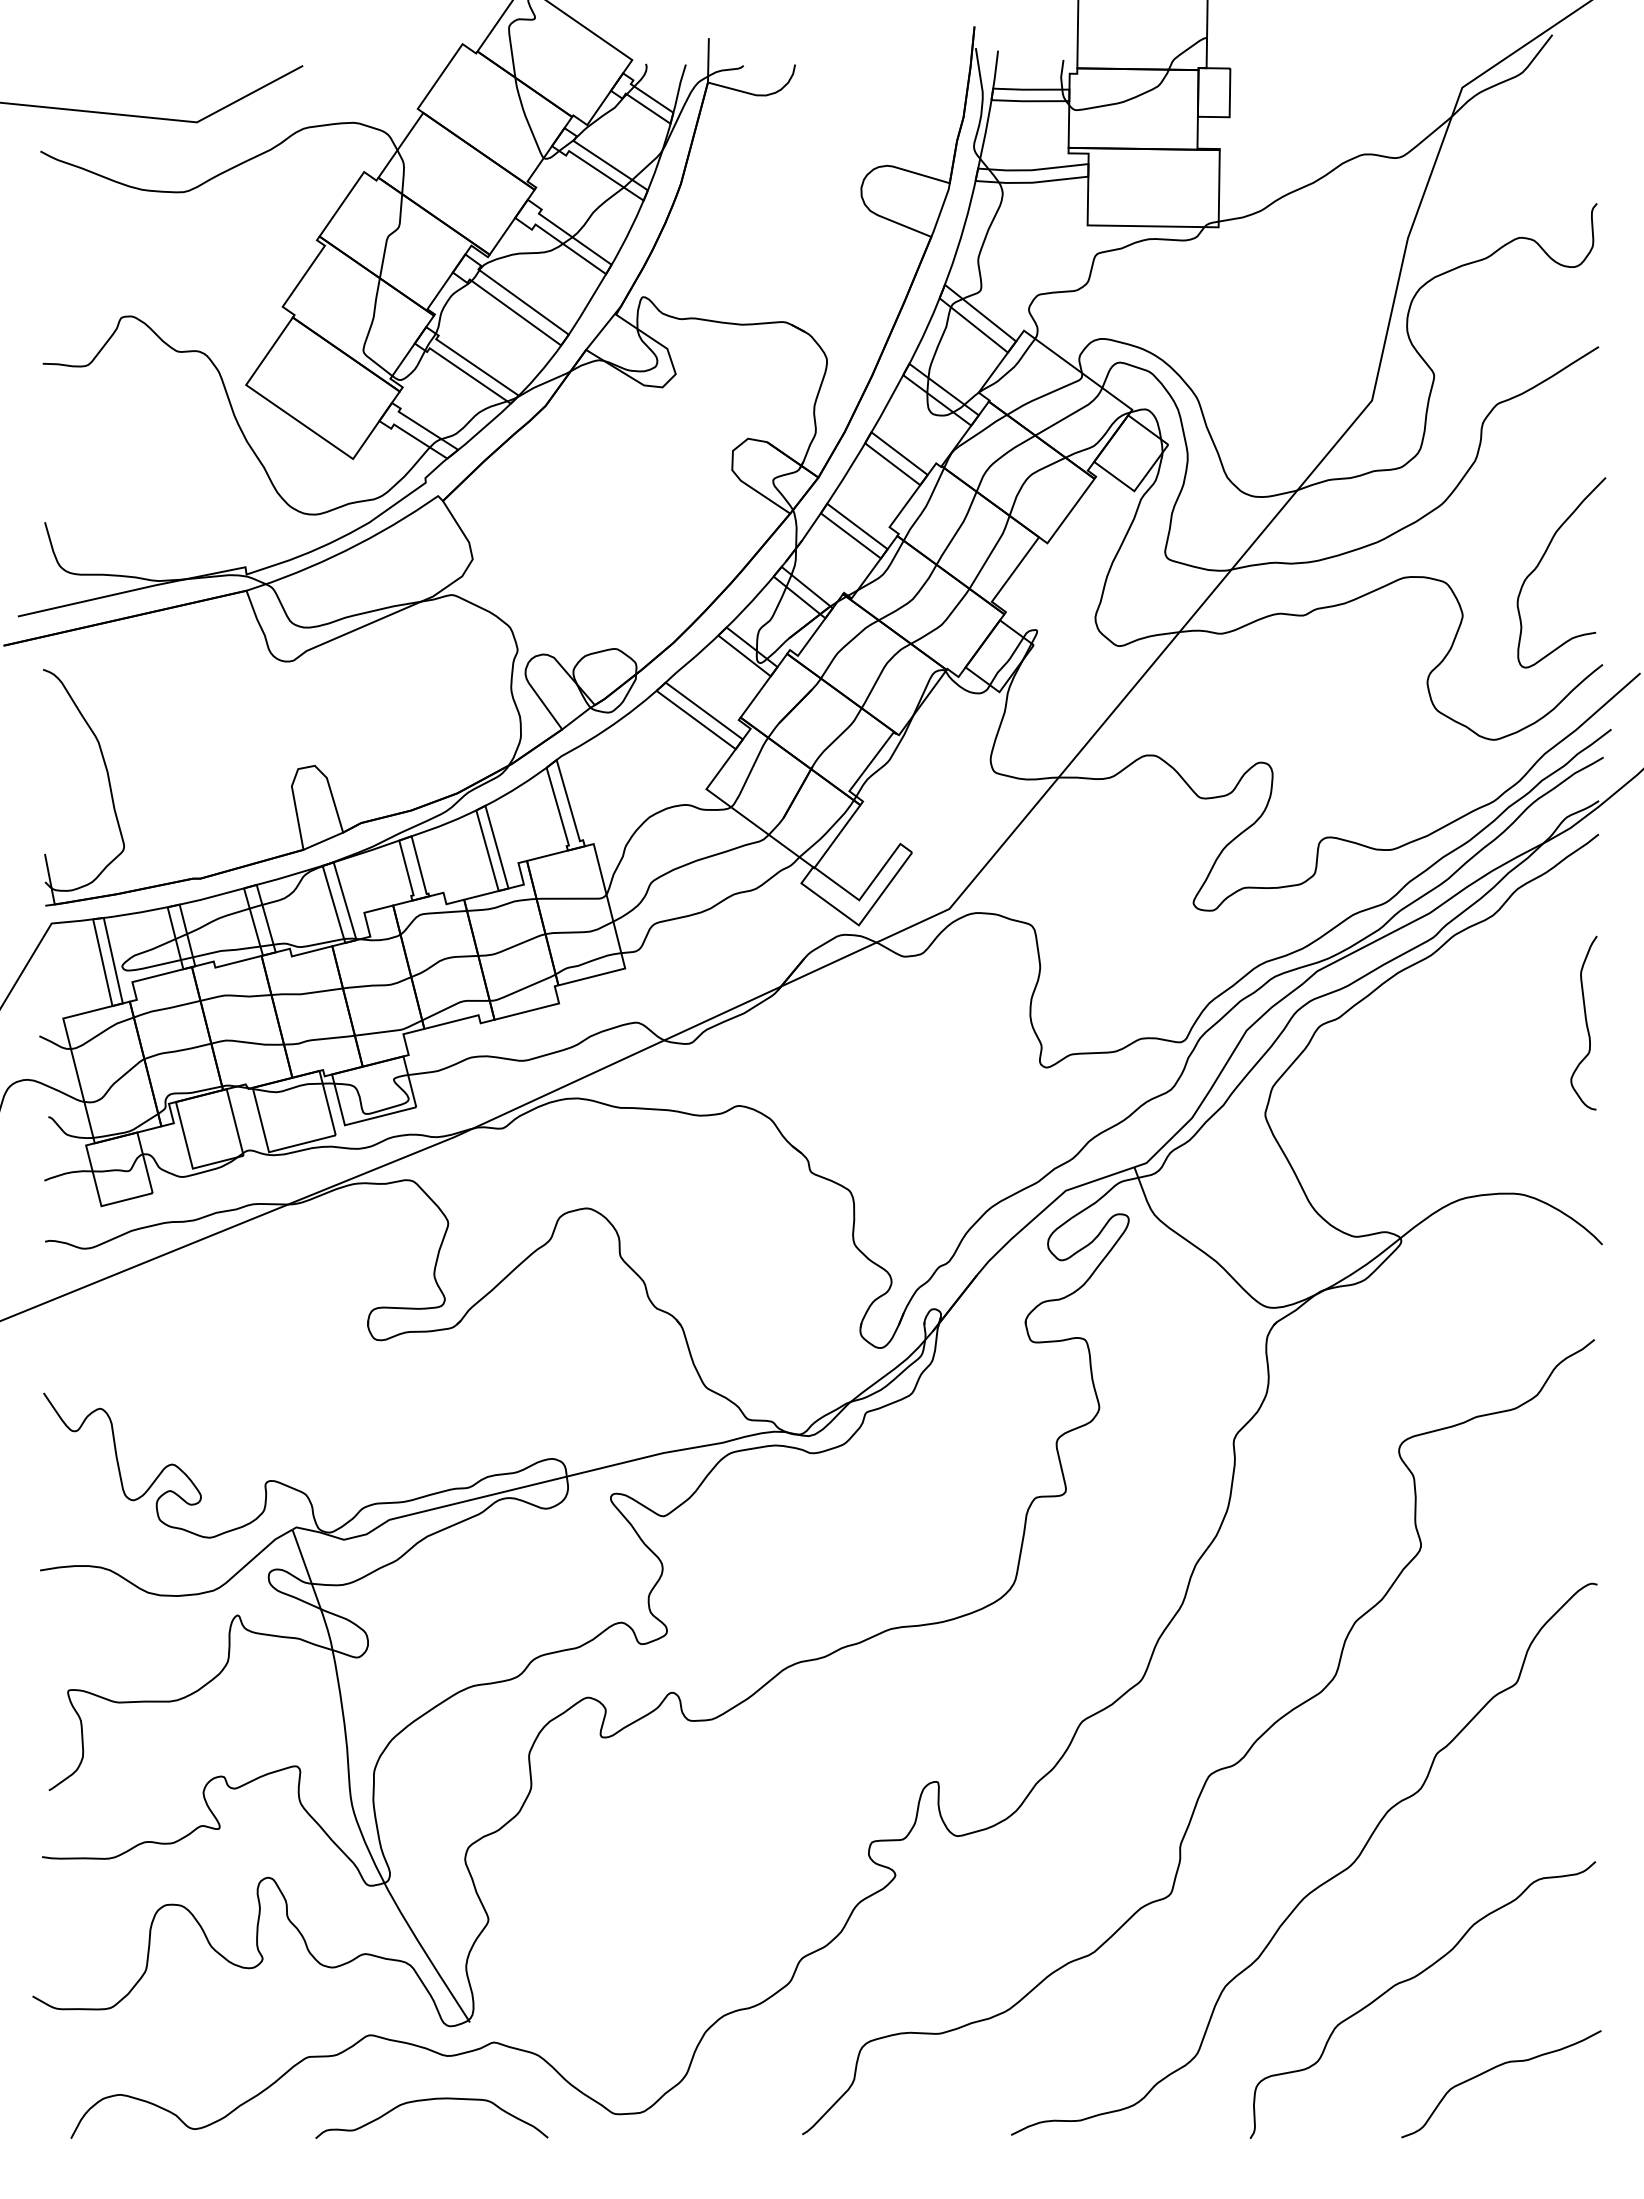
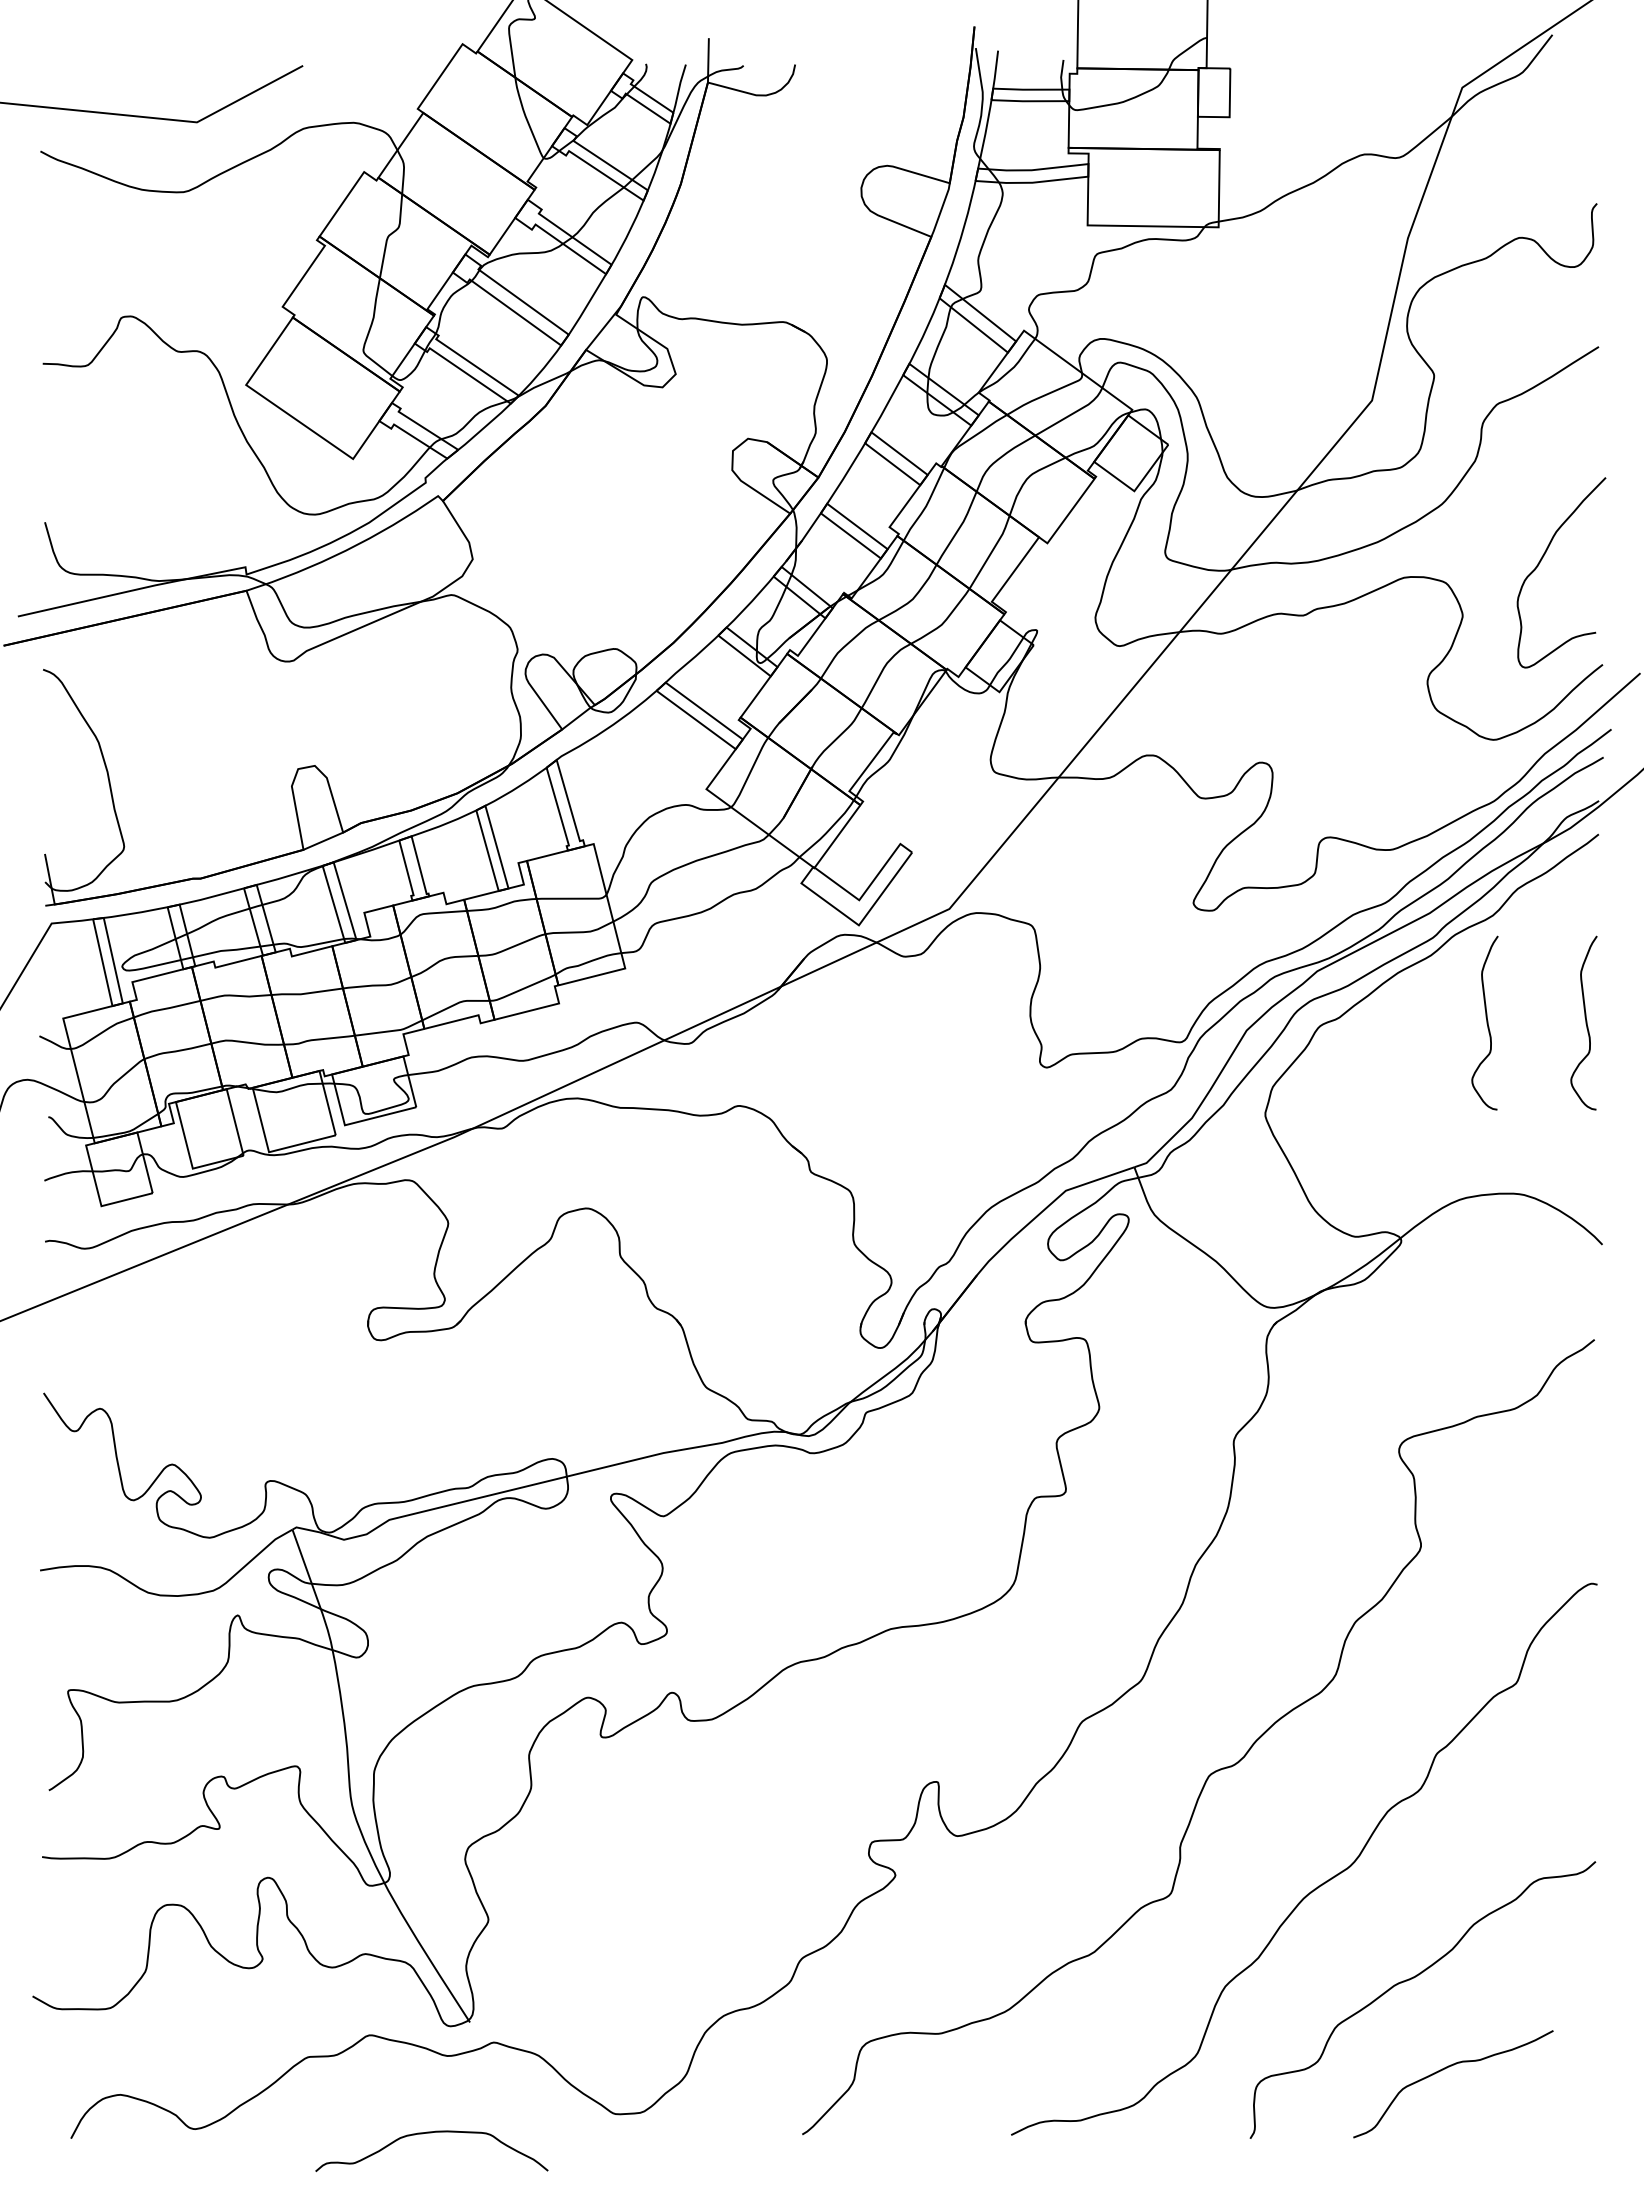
curve at (1486, 1022): none -> present
curve at (1493, 2069) position: (1493, 2069) -> (1445, 2069)
curve at (431, 2100) position: (431, 2100) -> (431, 2133)
